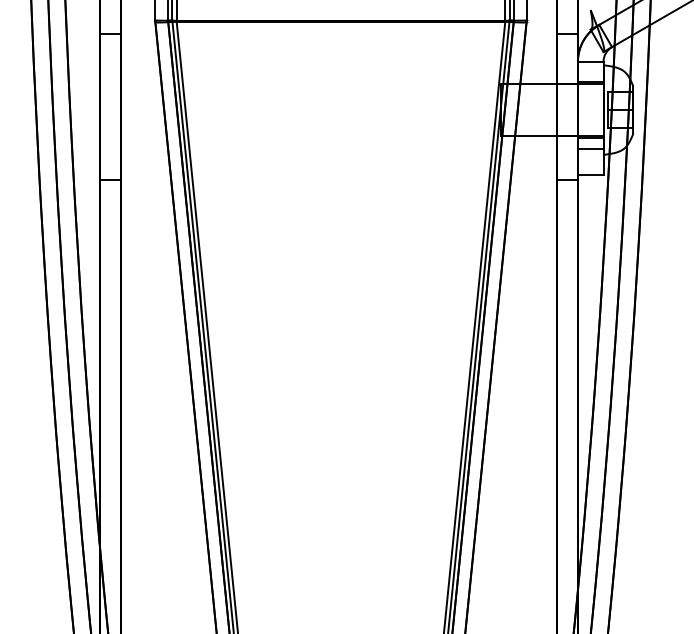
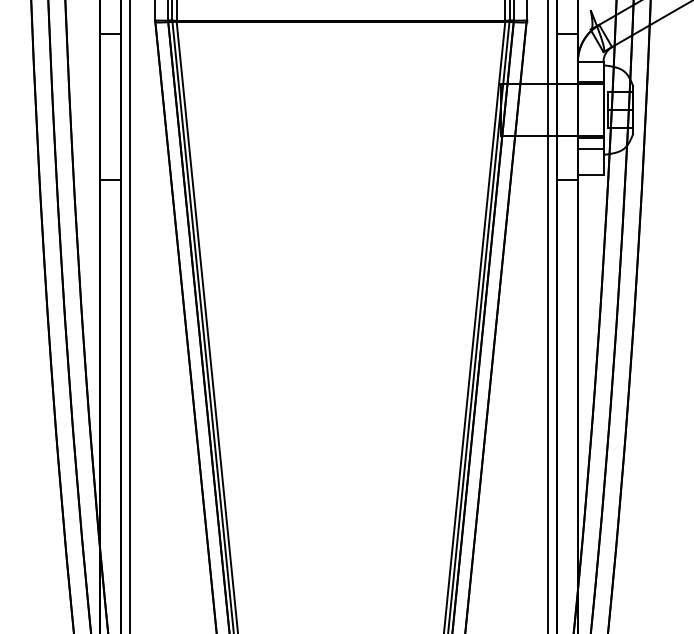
line at (129, 316): none -> present
line at (548, 316): none -> present
